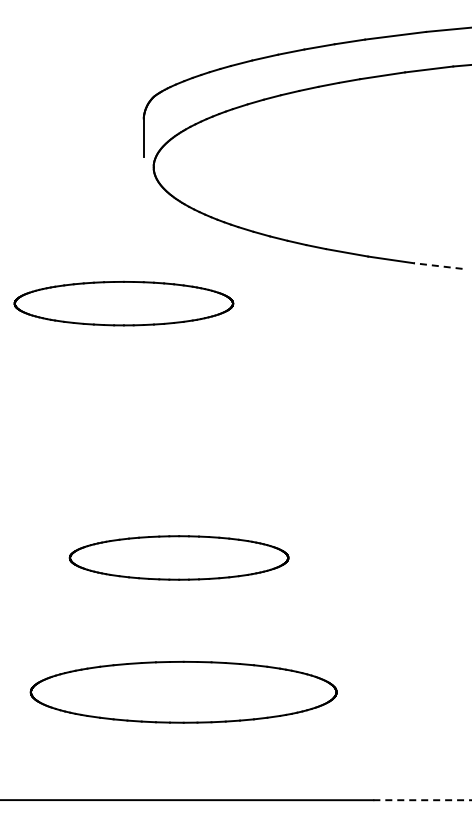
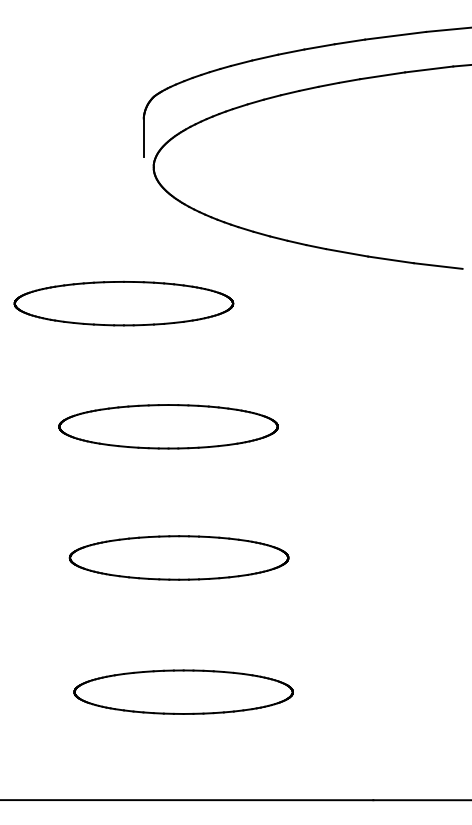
line at (438, 266): dashed -> solid
part at (168, 426): none -> present
part at (183, 691) size: 309x64 px -> 221x46 px
line at (422, 800): dashed -> solid
